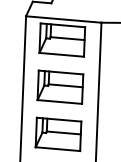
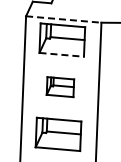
line at (63, 19): solid -> dashed
line at (62, 54): solid -> dashed
part at (60, 86) size: 49x36 px -> 31x23 px
